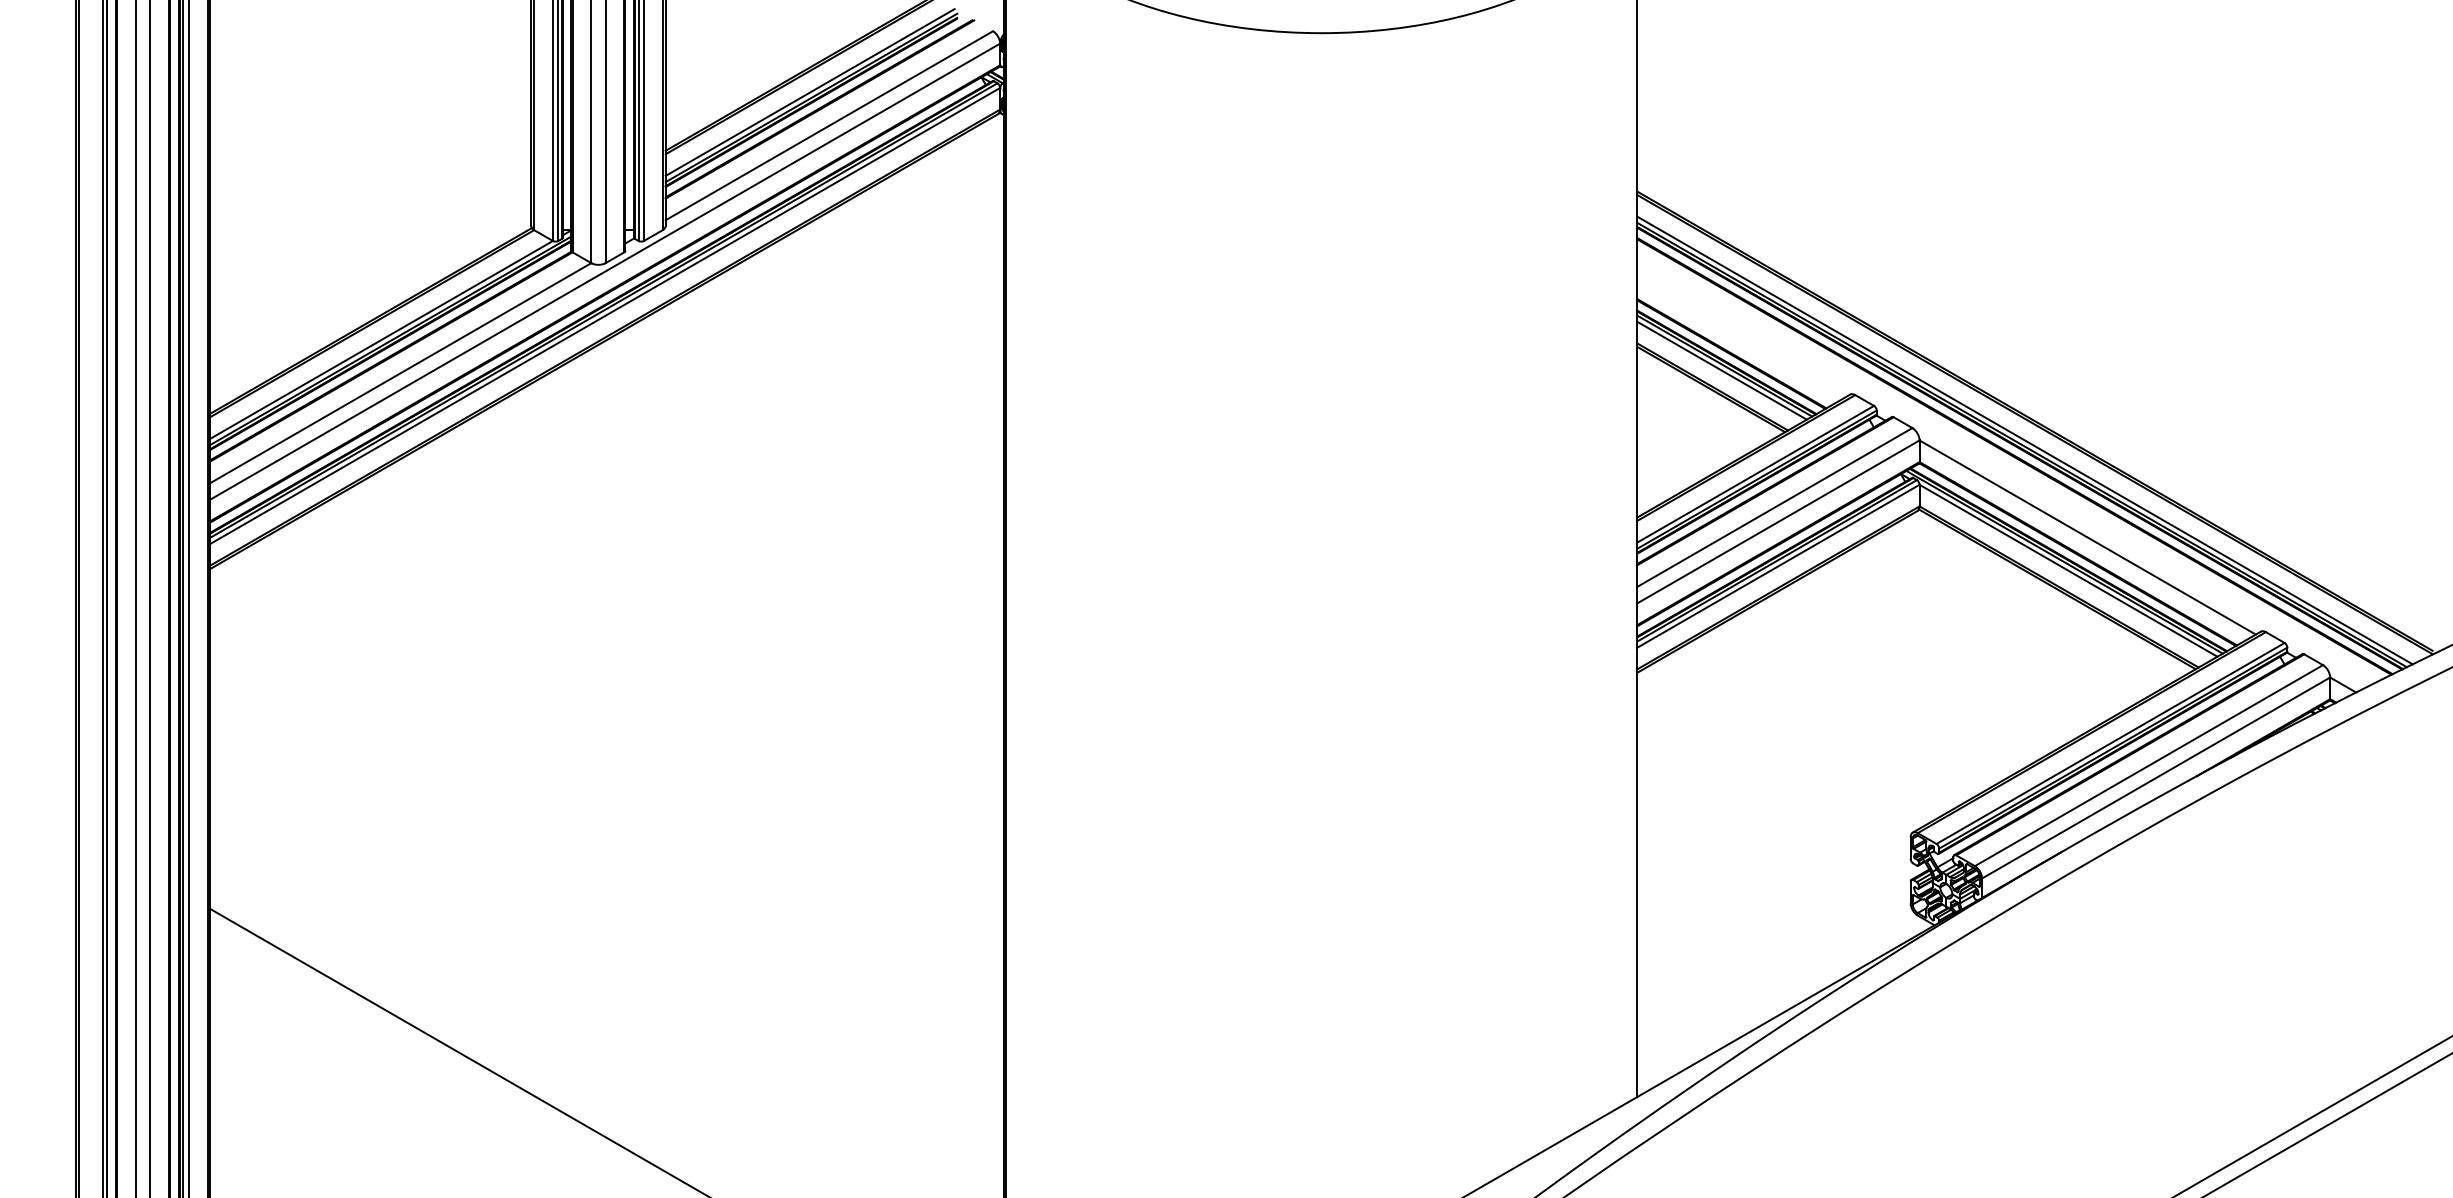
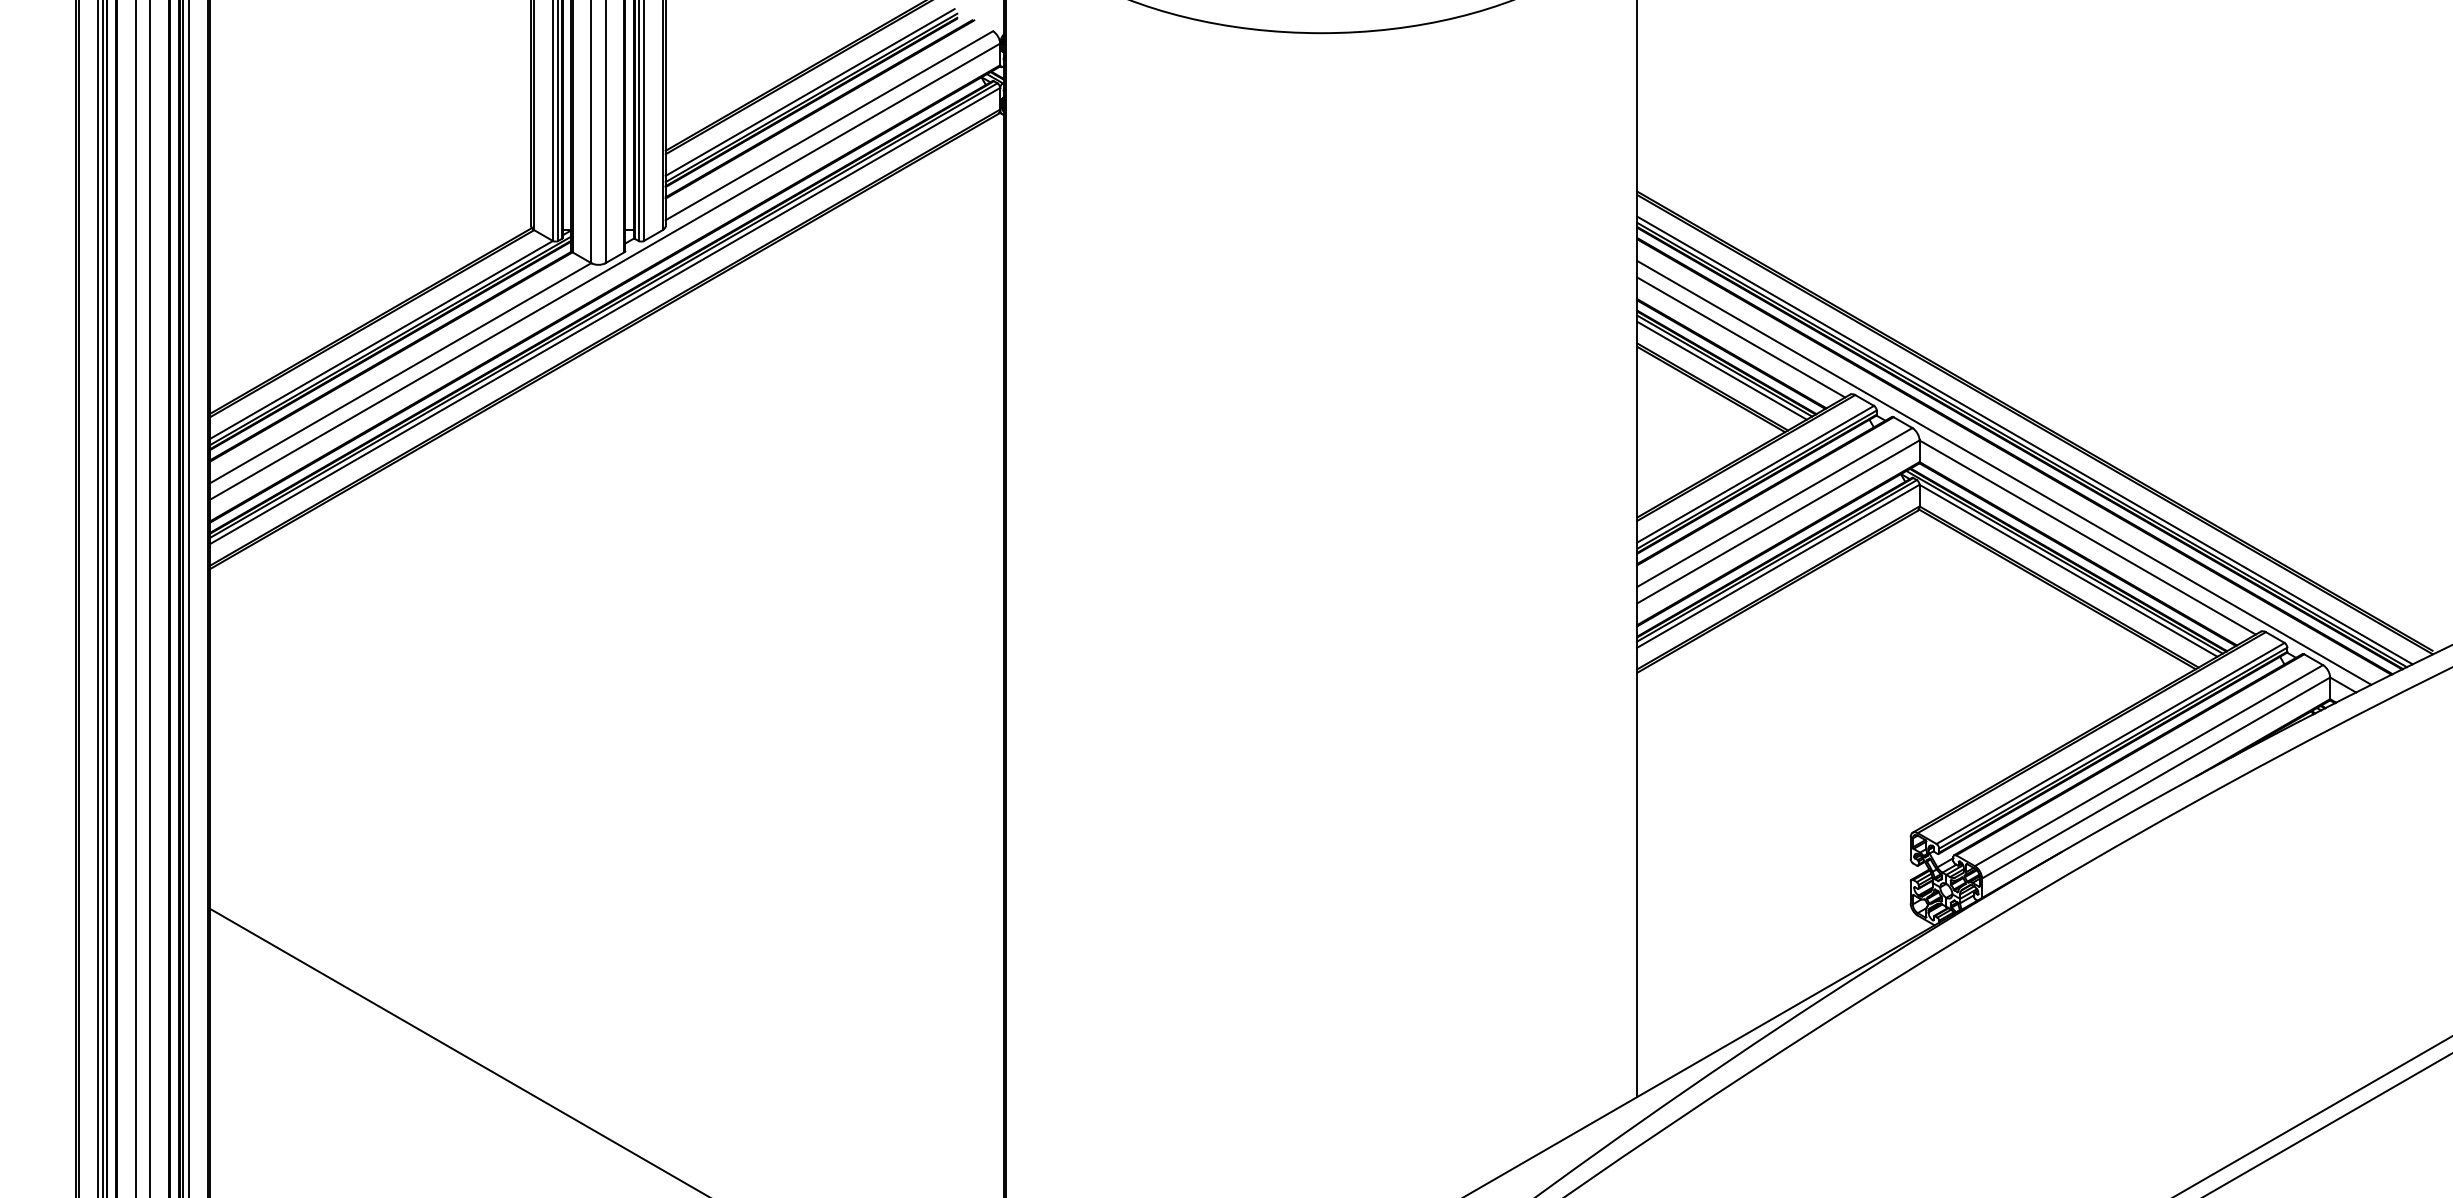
line at (1741, 337): none -> present
line at (2004, 472): none -> present
line at (97, 598): none -> present
